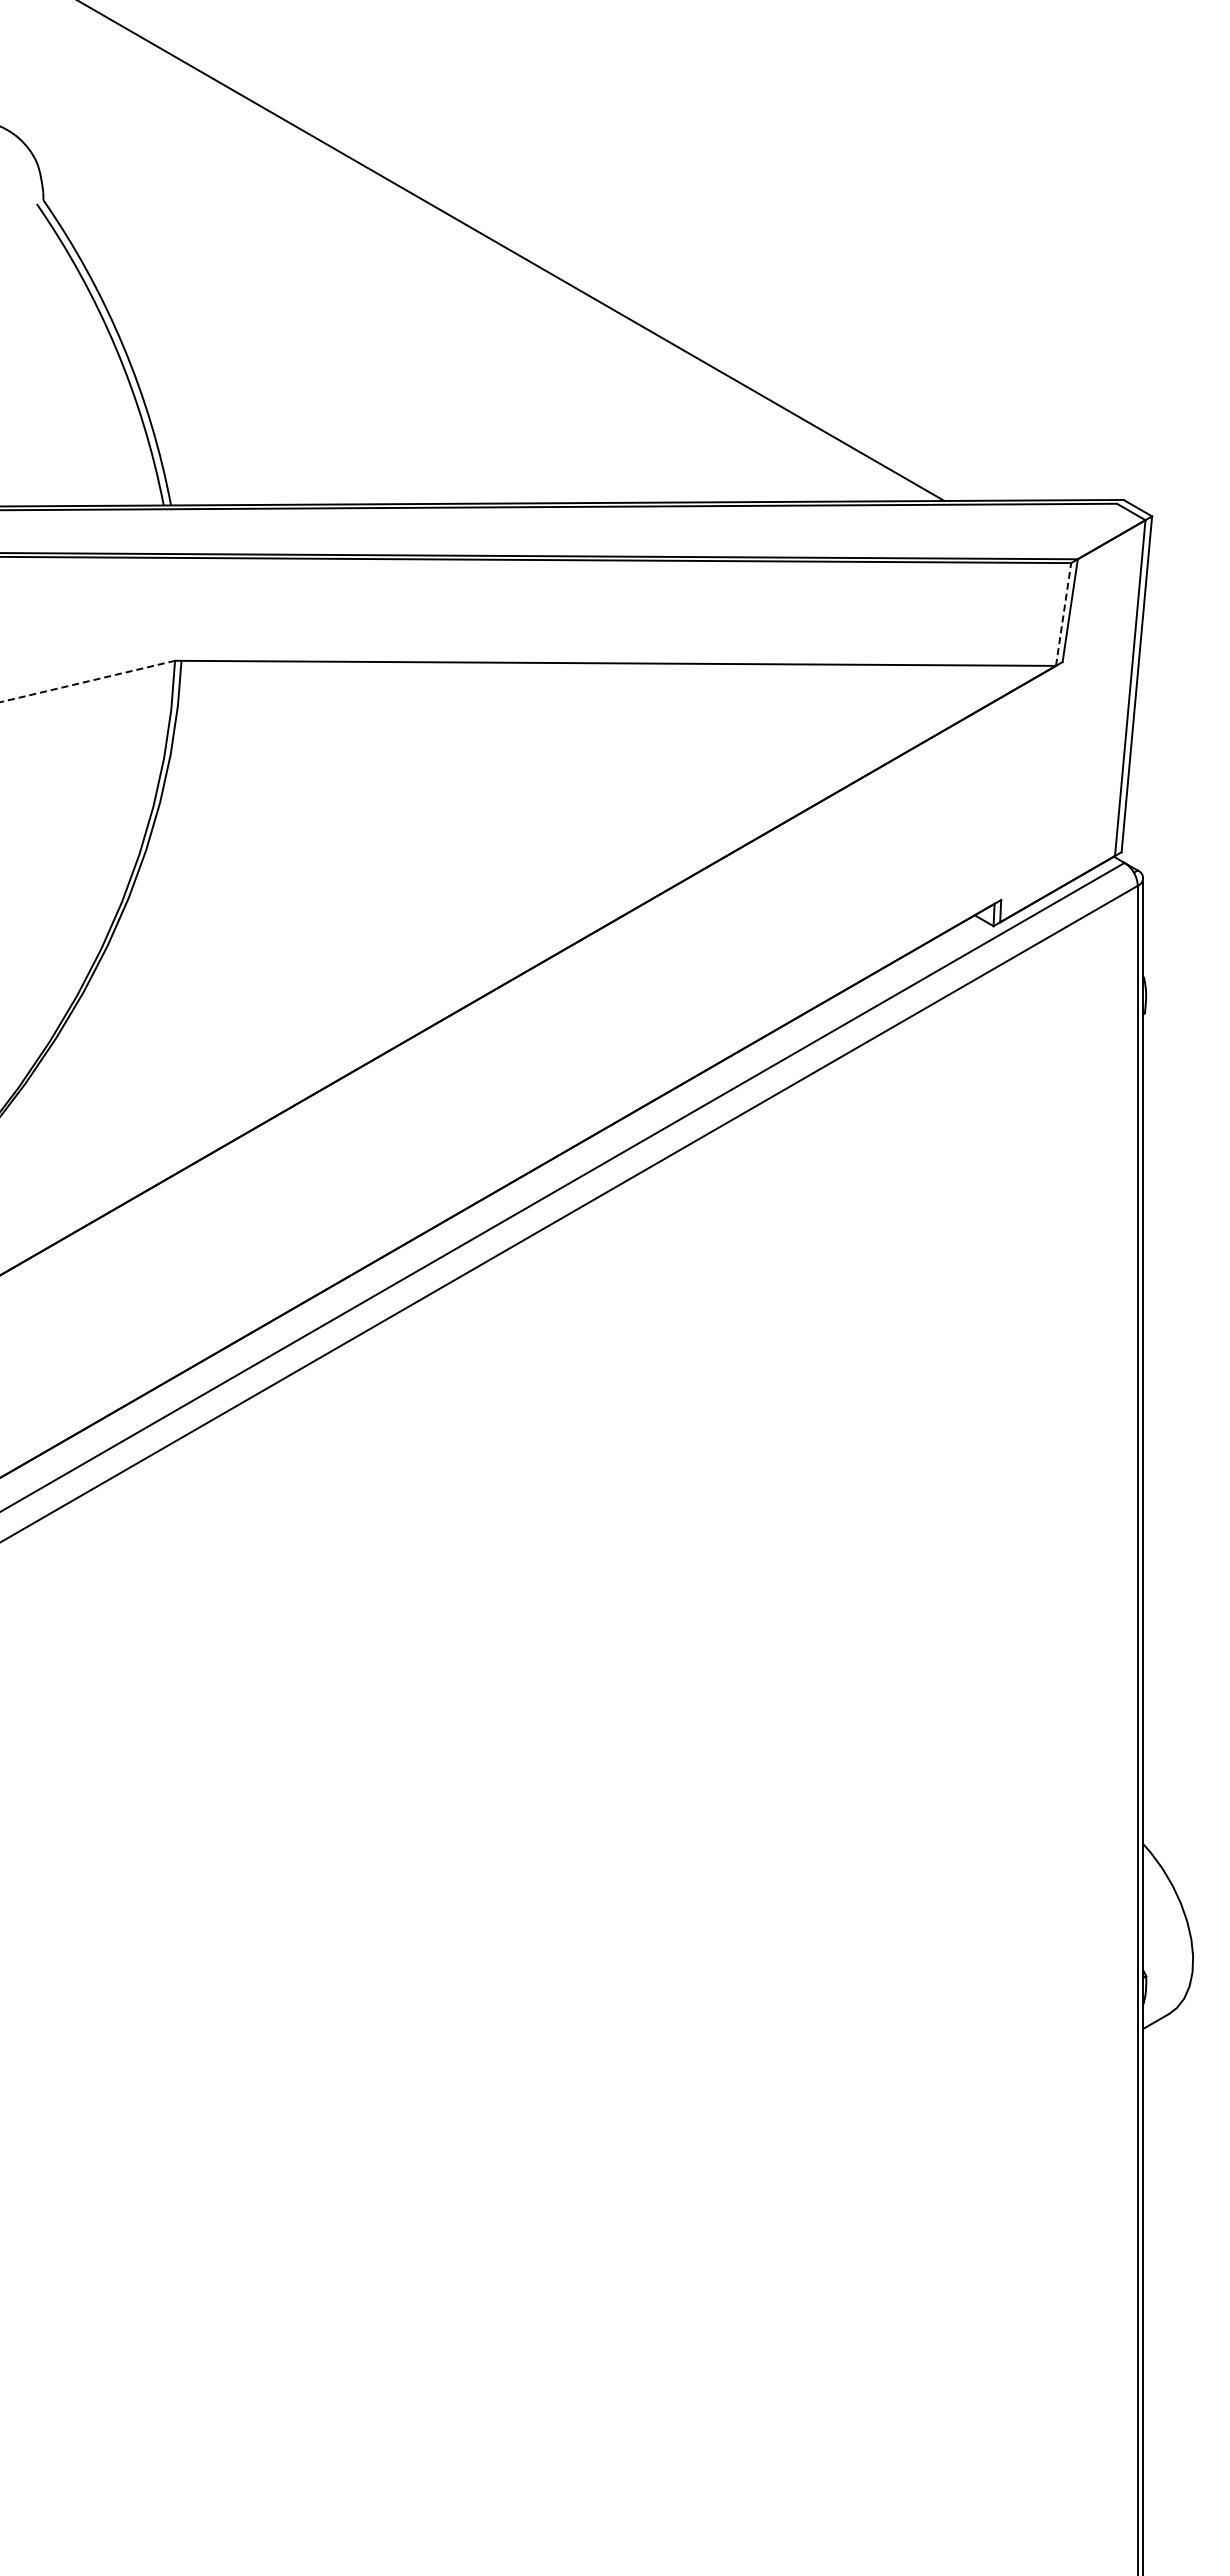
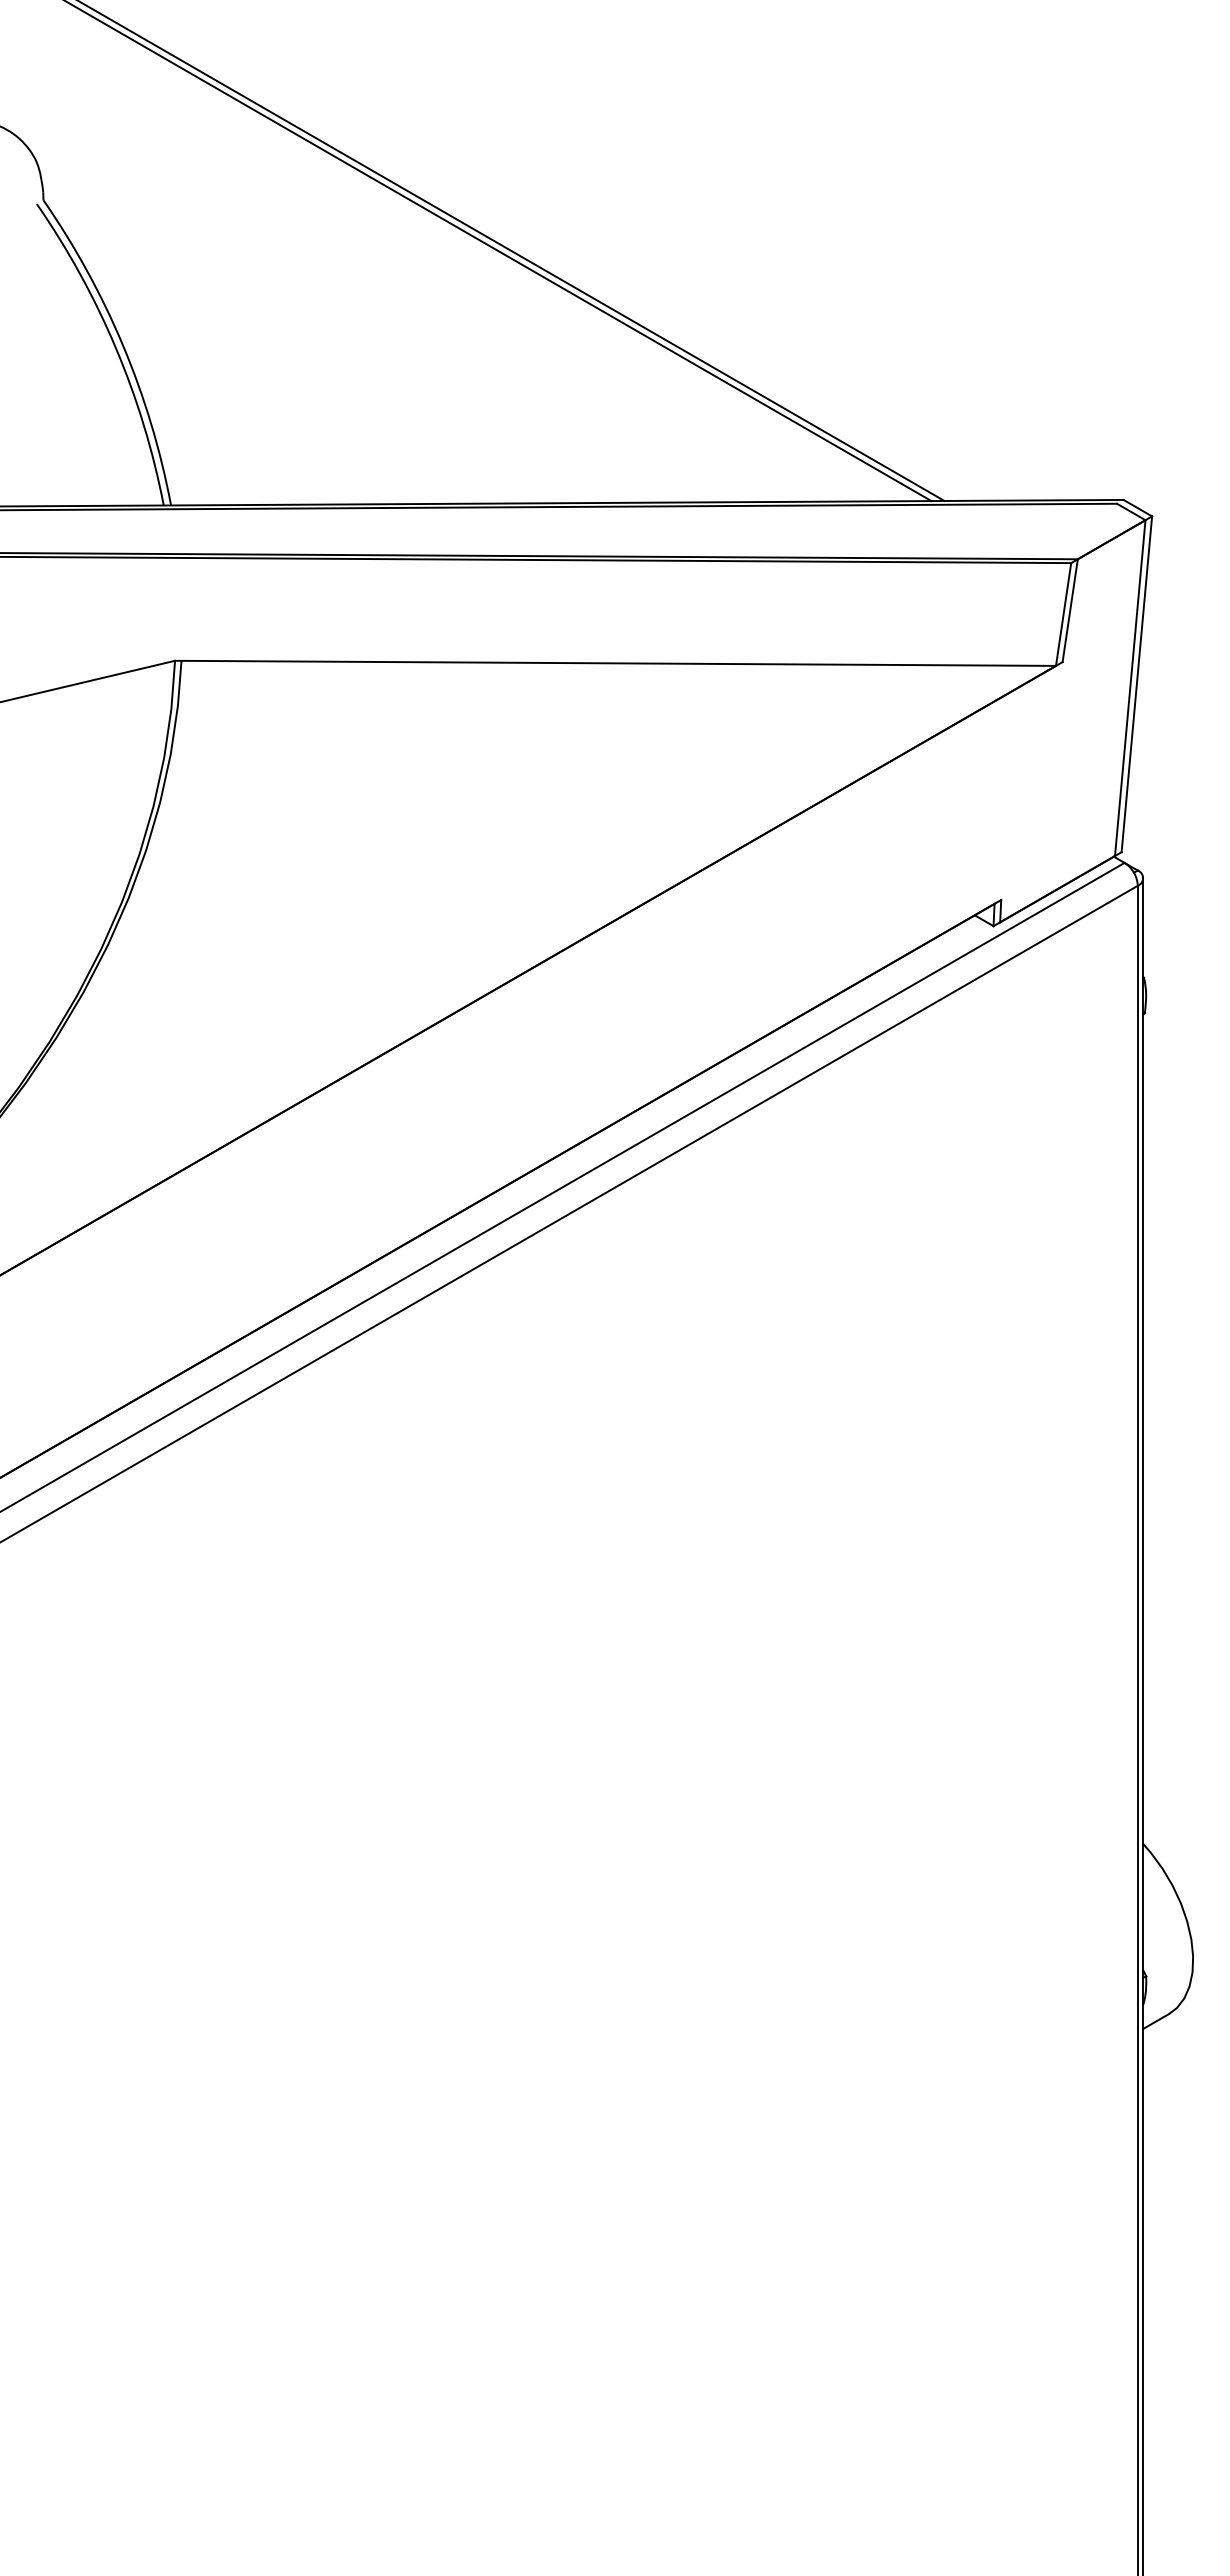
line at (498, 251): none -> present
line at (1063, 614): dashed -> solid
line at (87, 681): dashed -> solid
